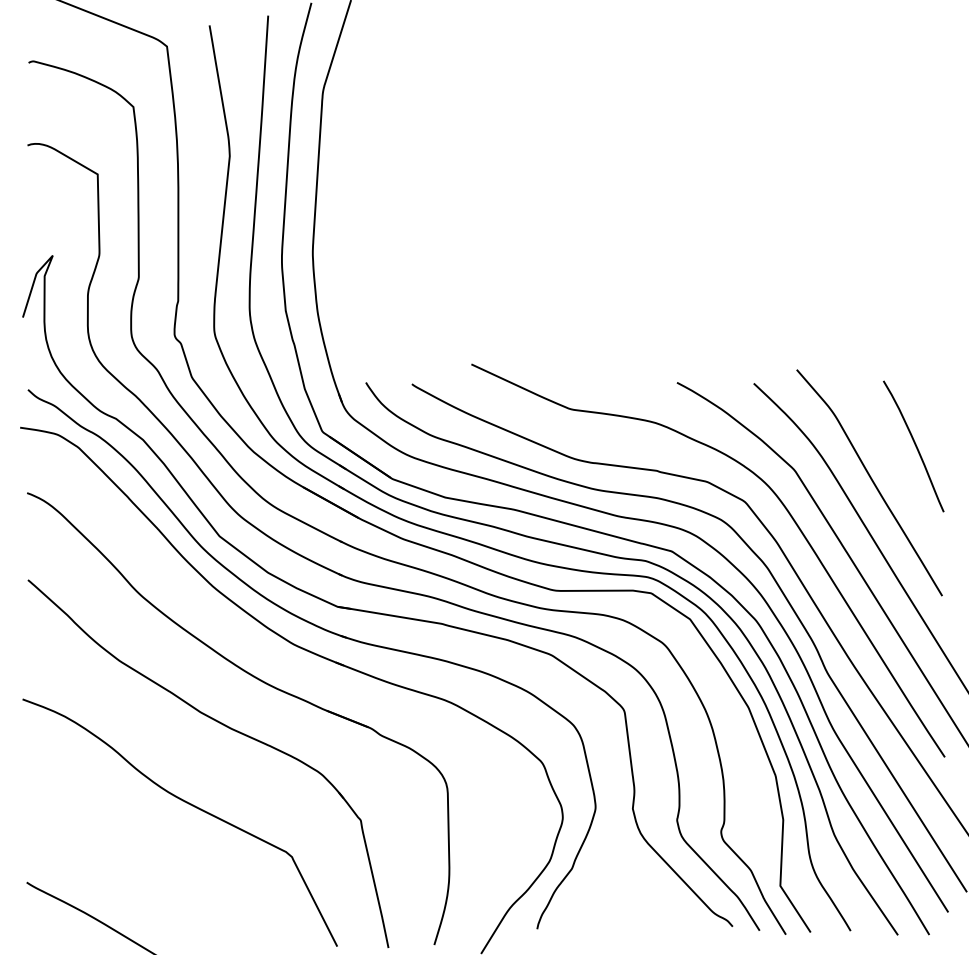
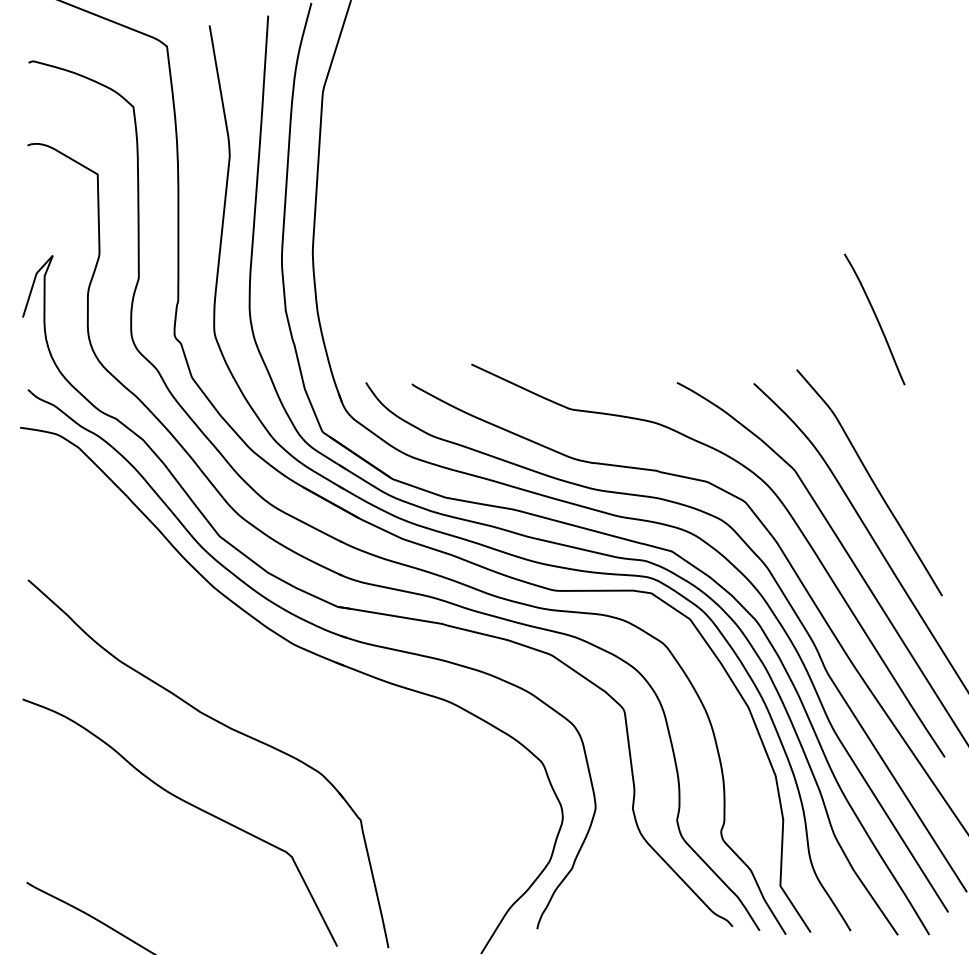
curve at (915, 446) position: (915, 446) -> (876, 319)
part at (258, 680): present -> none
